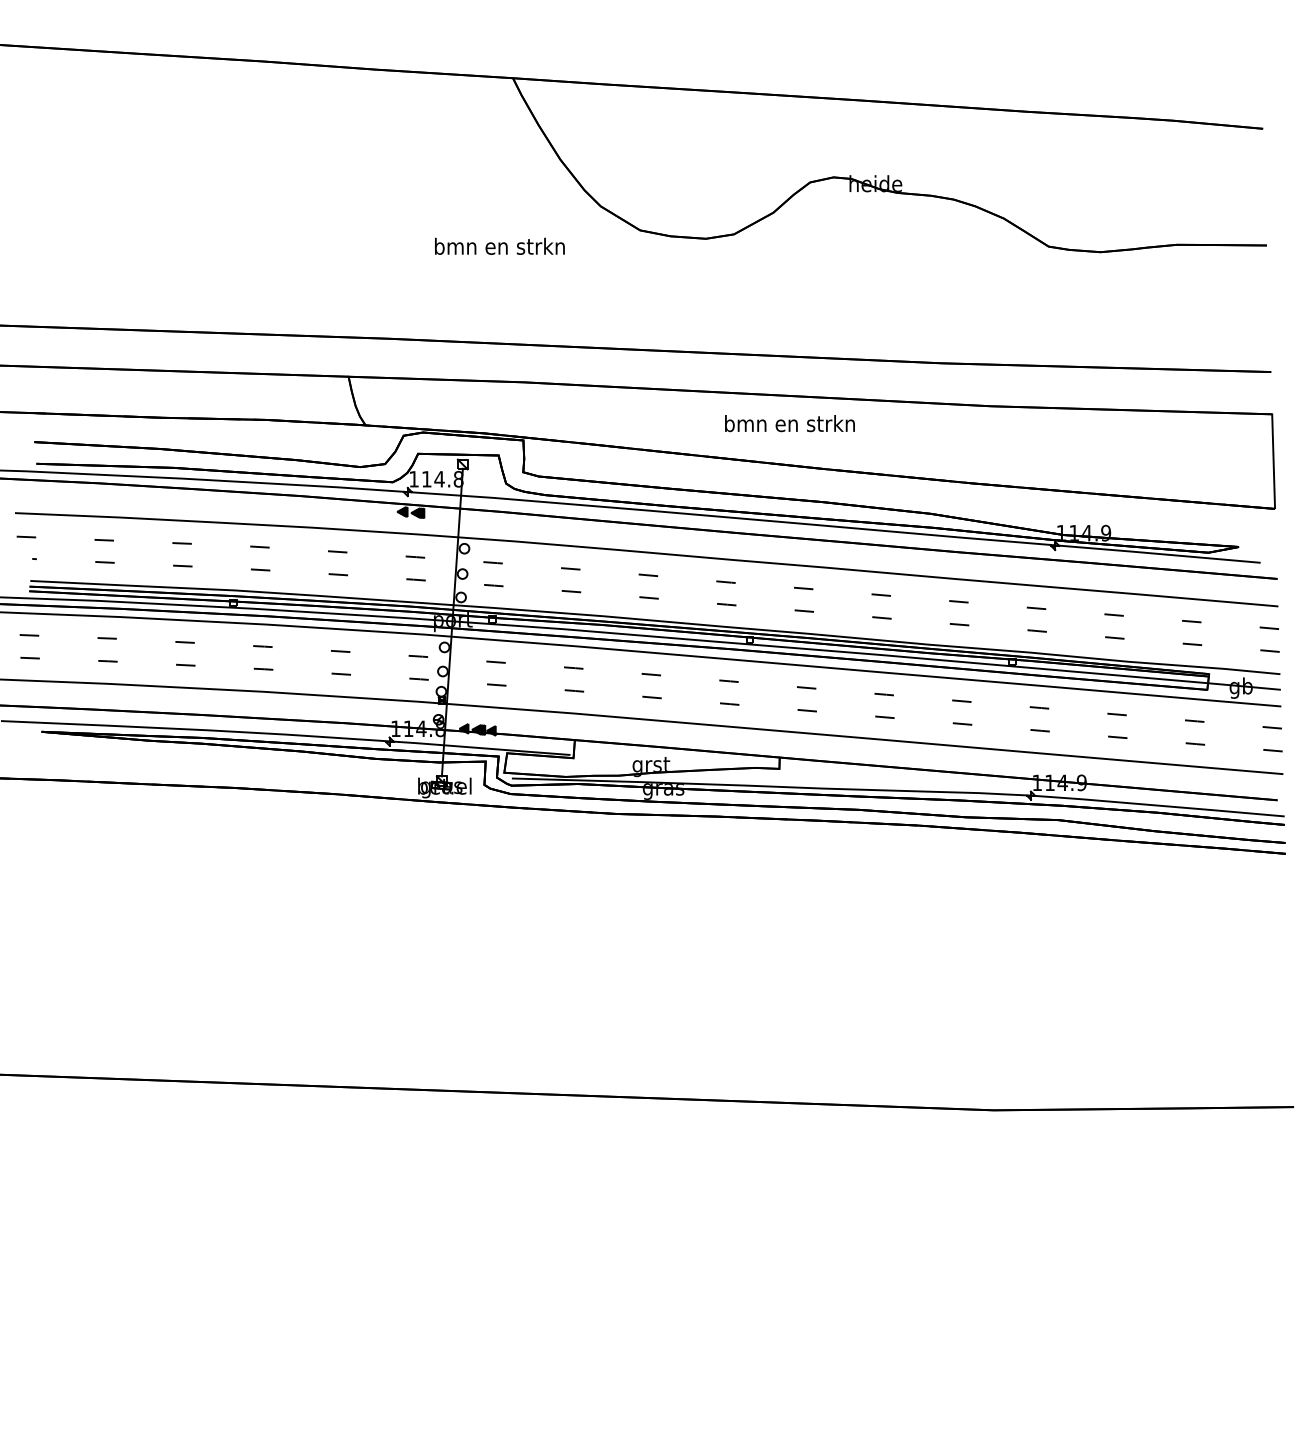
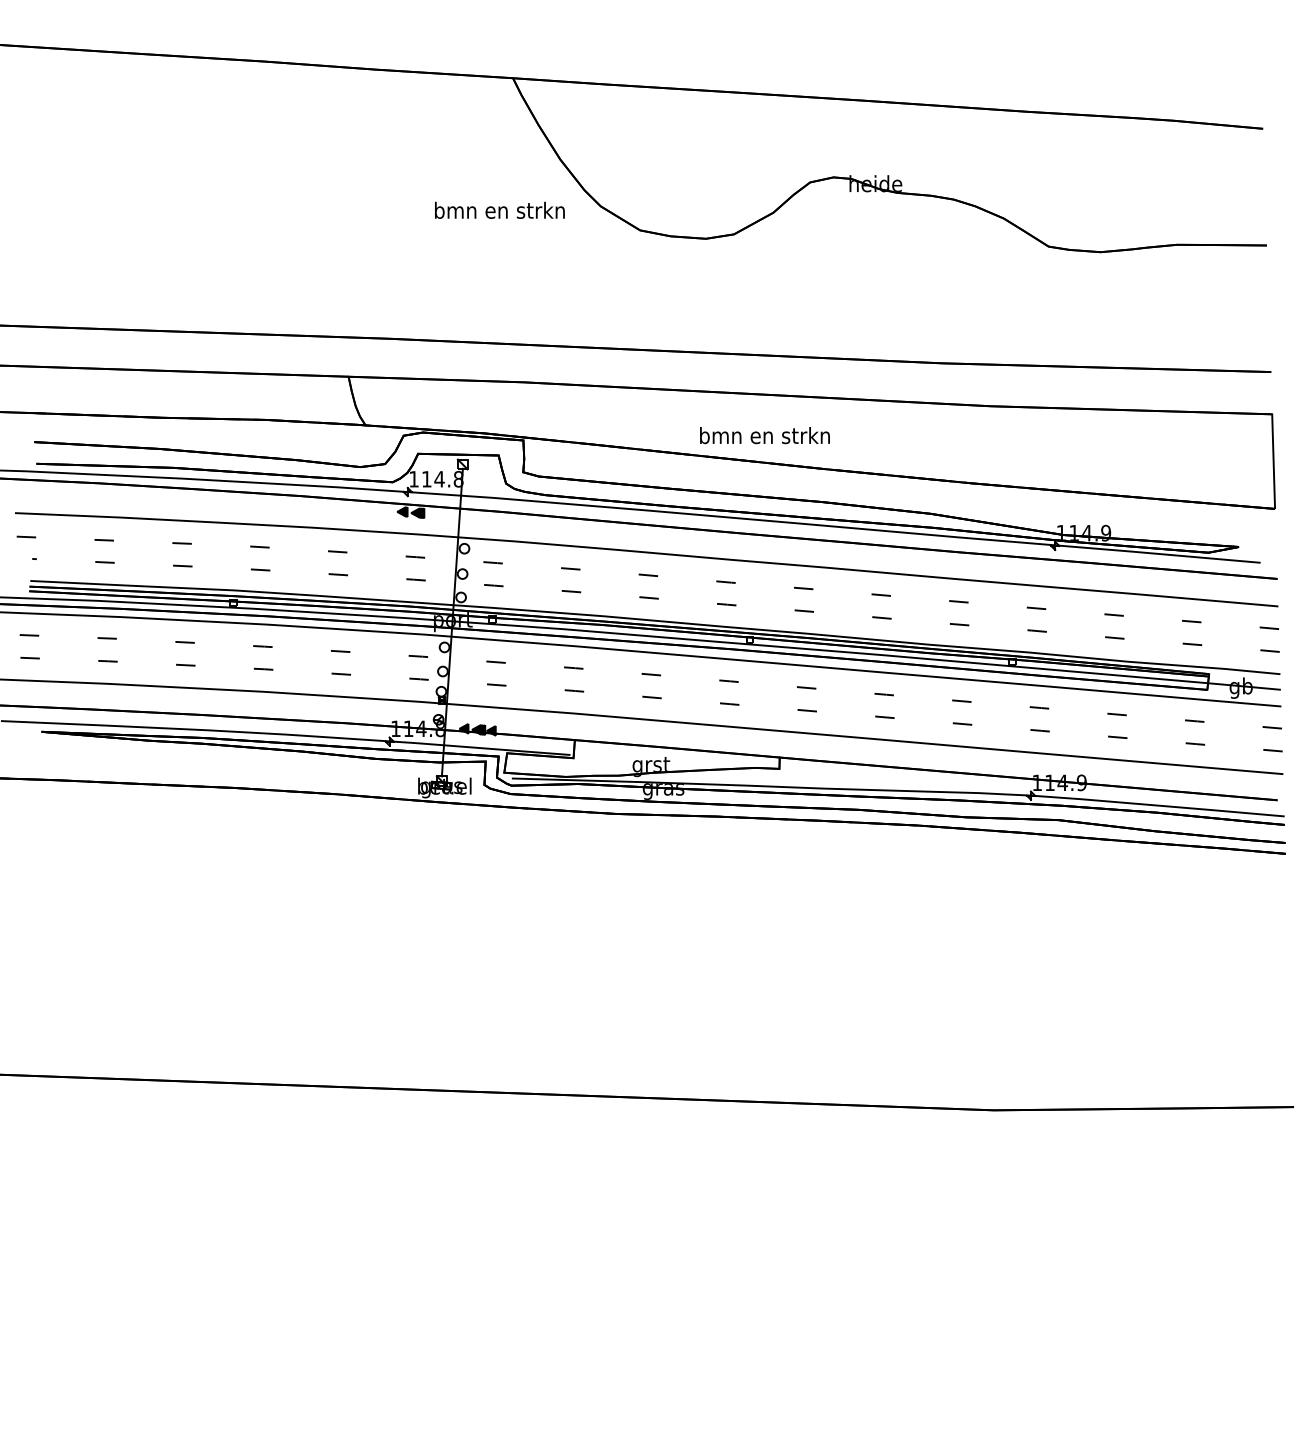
text at (499, 245) position: (499, 245) -> (499, 209)
text at (789, 423) position: (789, 423) -> (764, 435)
